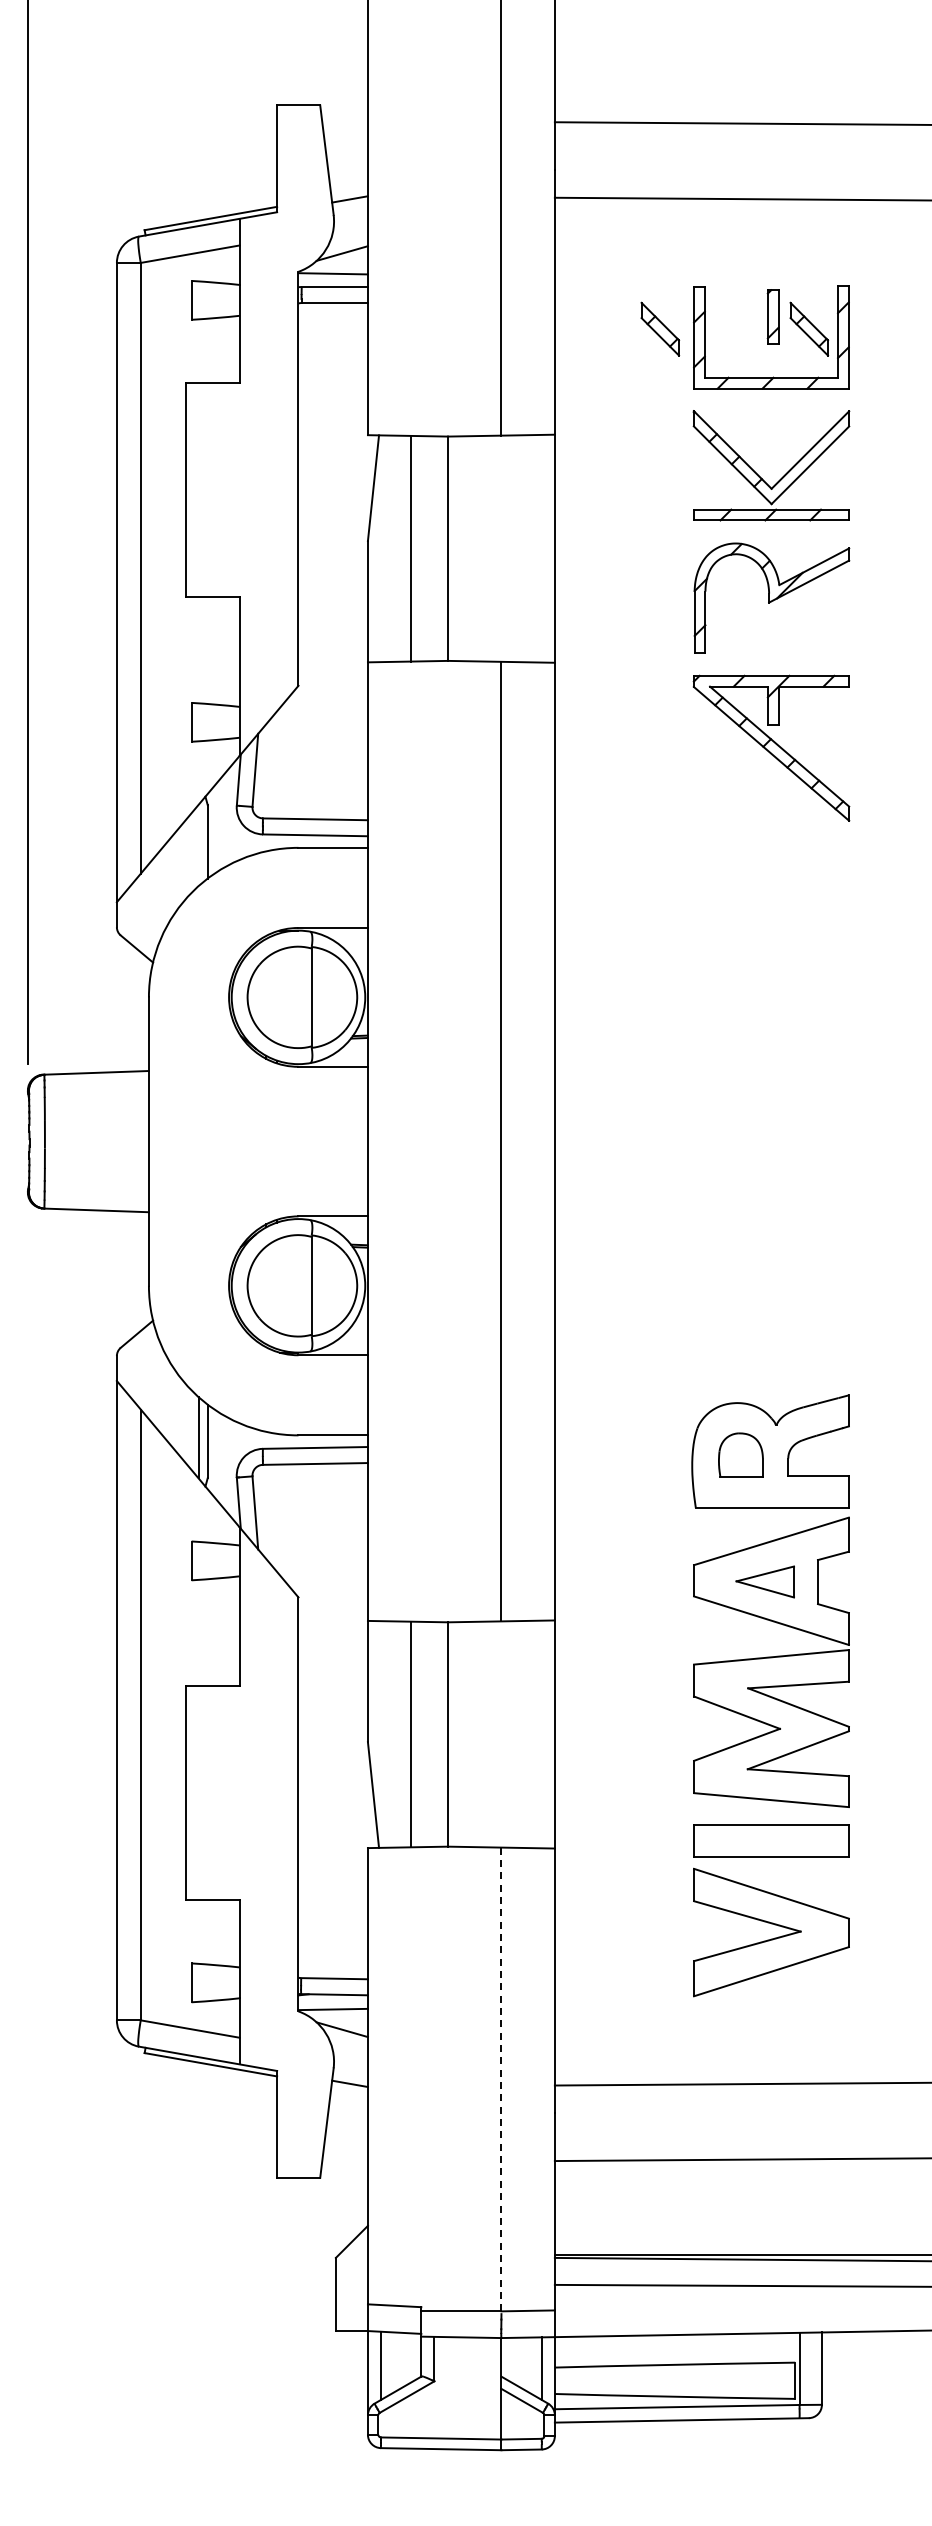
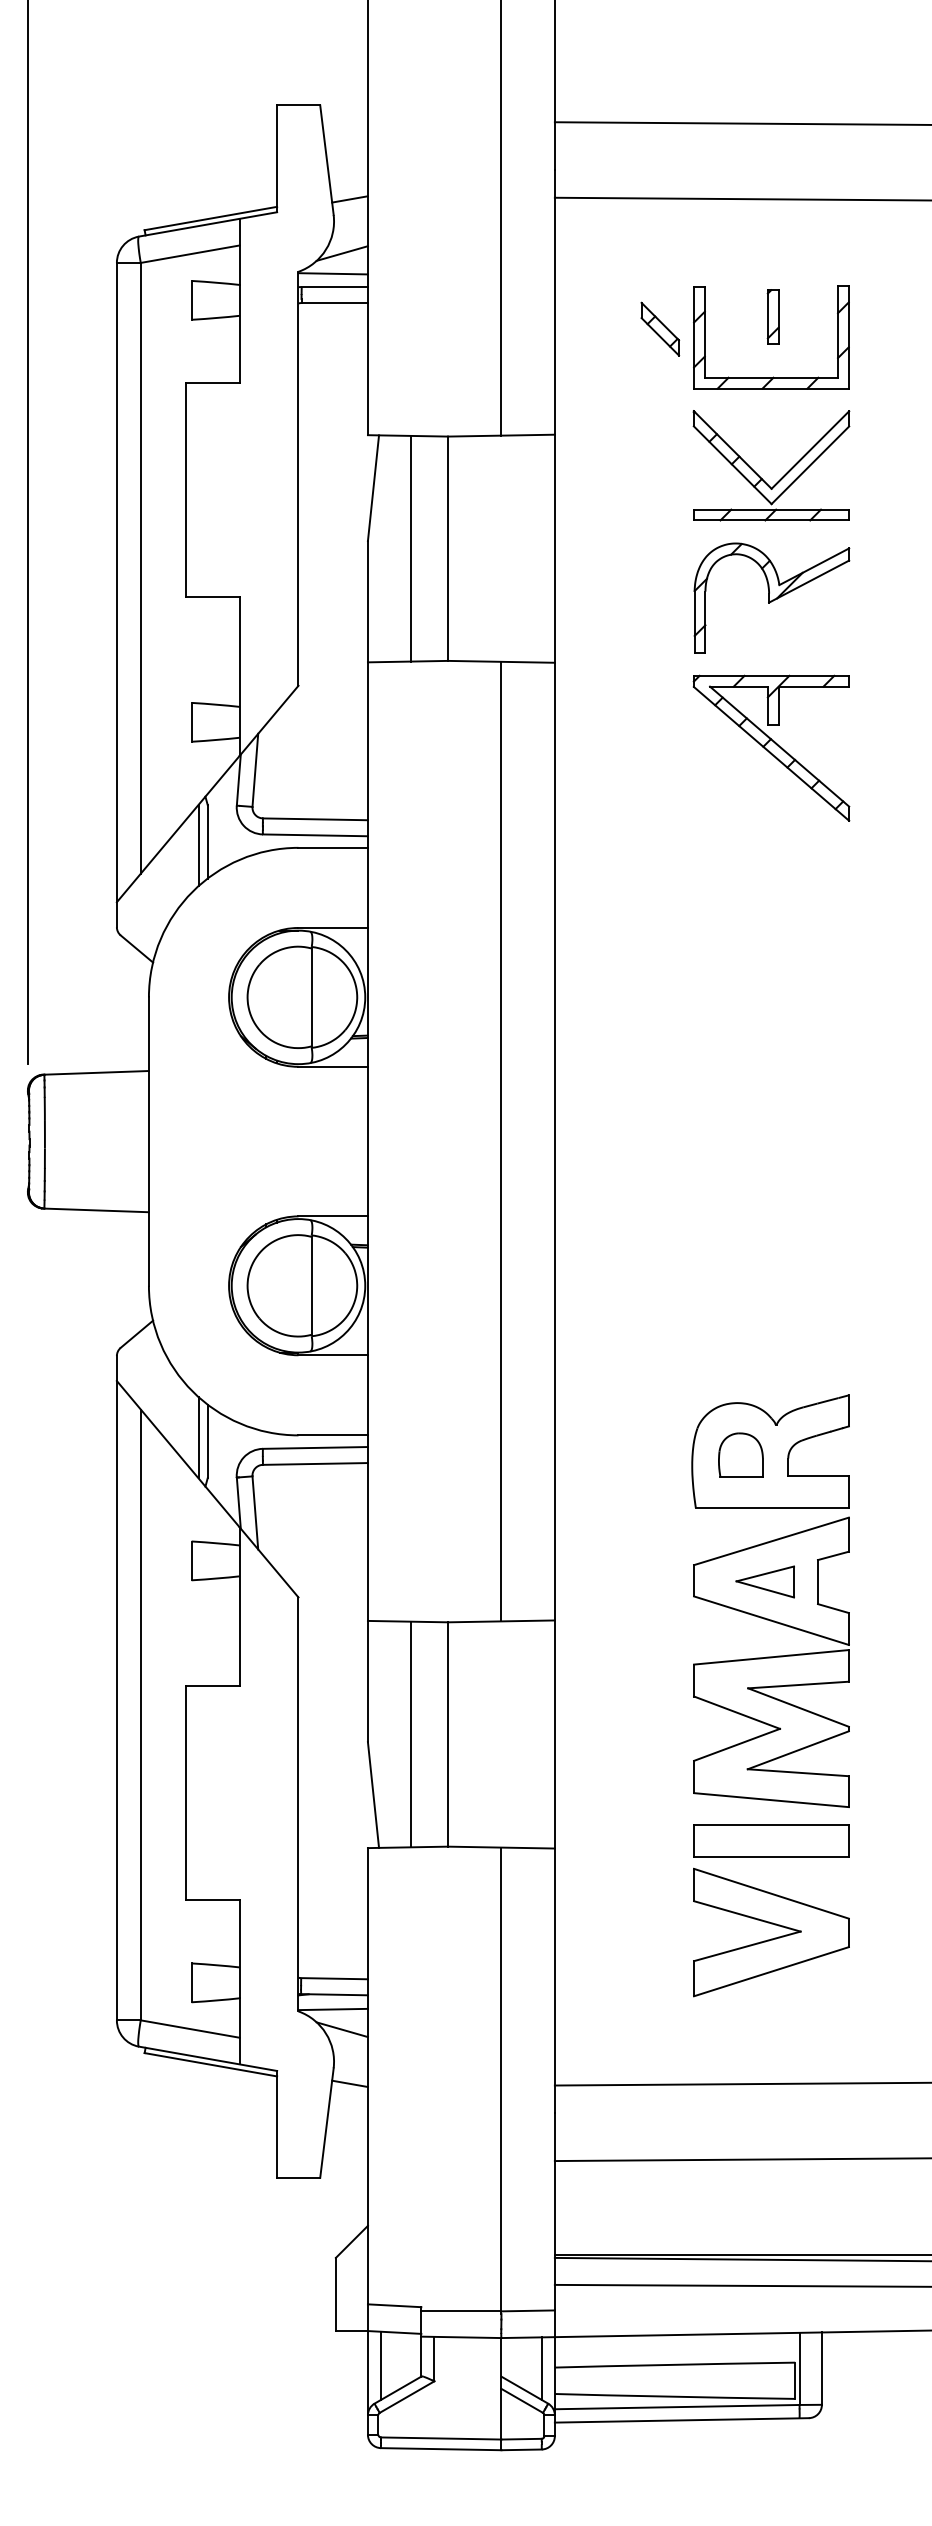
part at (809, 328): present -> none
line at (198, 845): none -> present
line at (501, 2081): dashed -> solid
